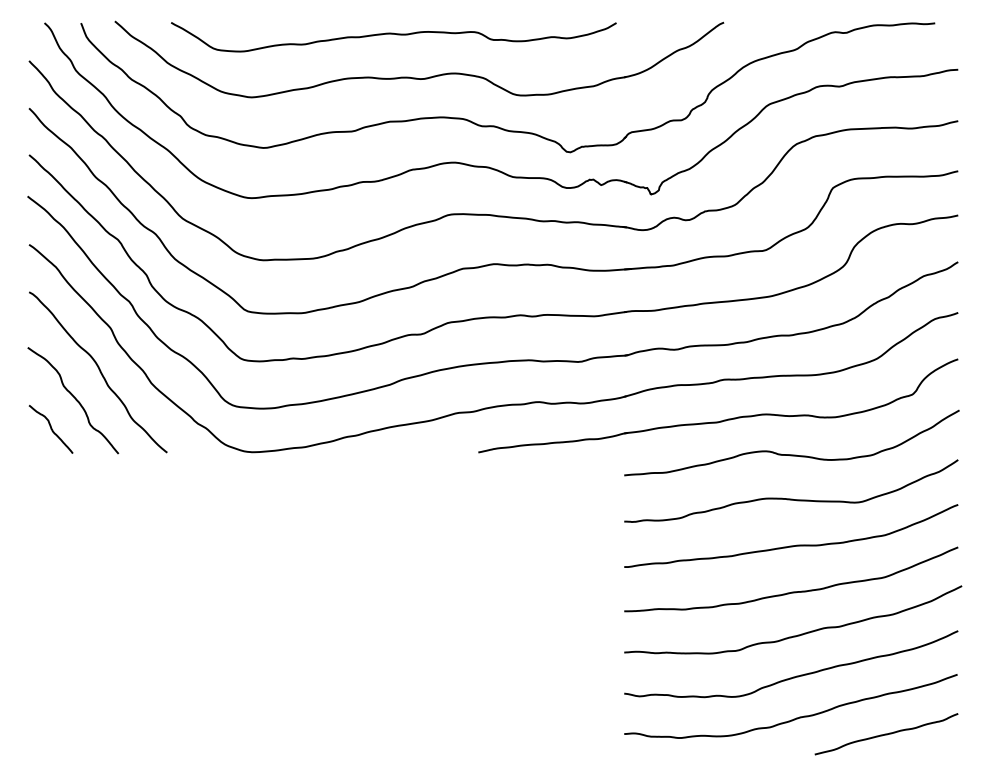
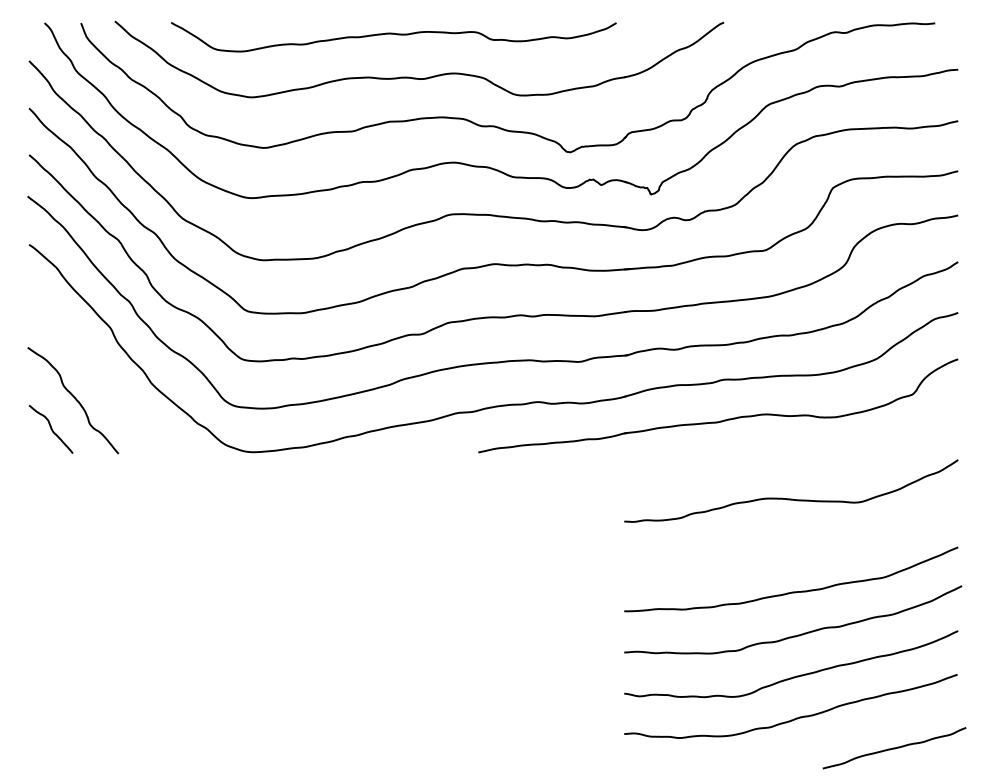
curve at (99, 372): present -> none
curve at (791, 454): present -> none
curve at (791, 545): present -> none
curve at (886, 734) position: (886, 734) -> (894, 748)
